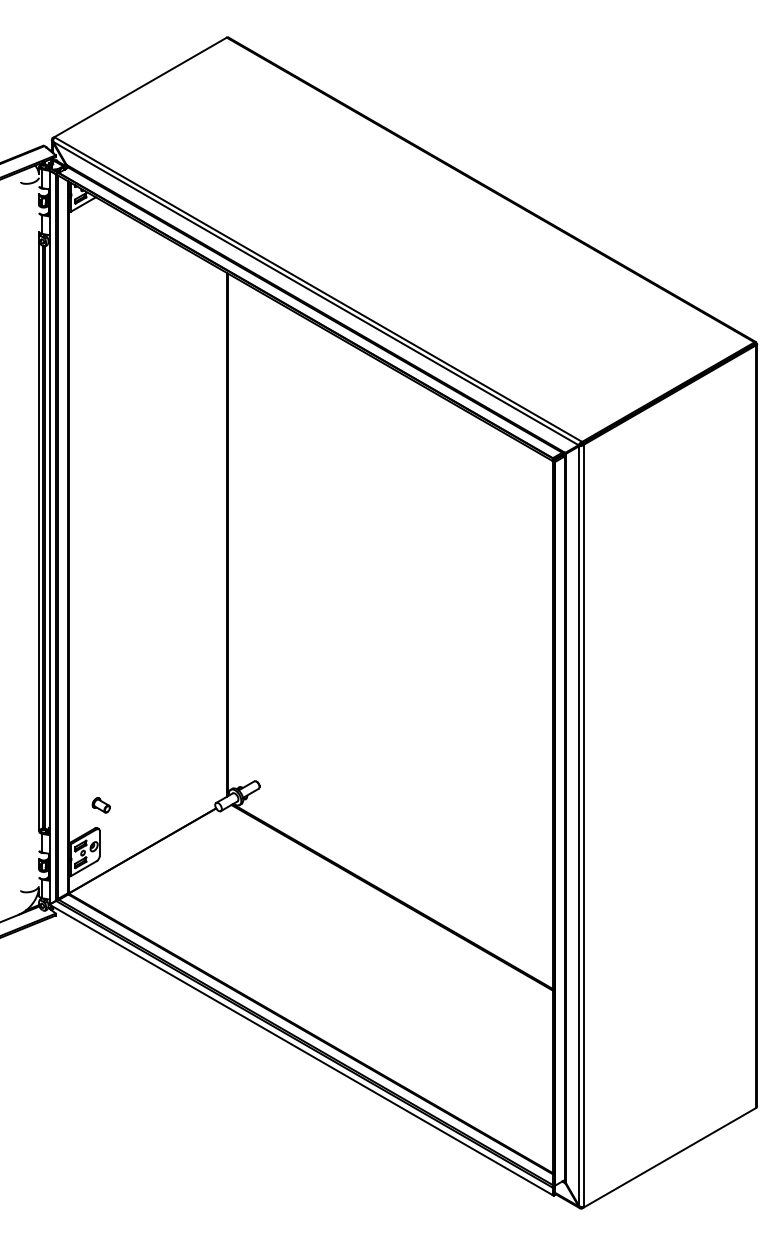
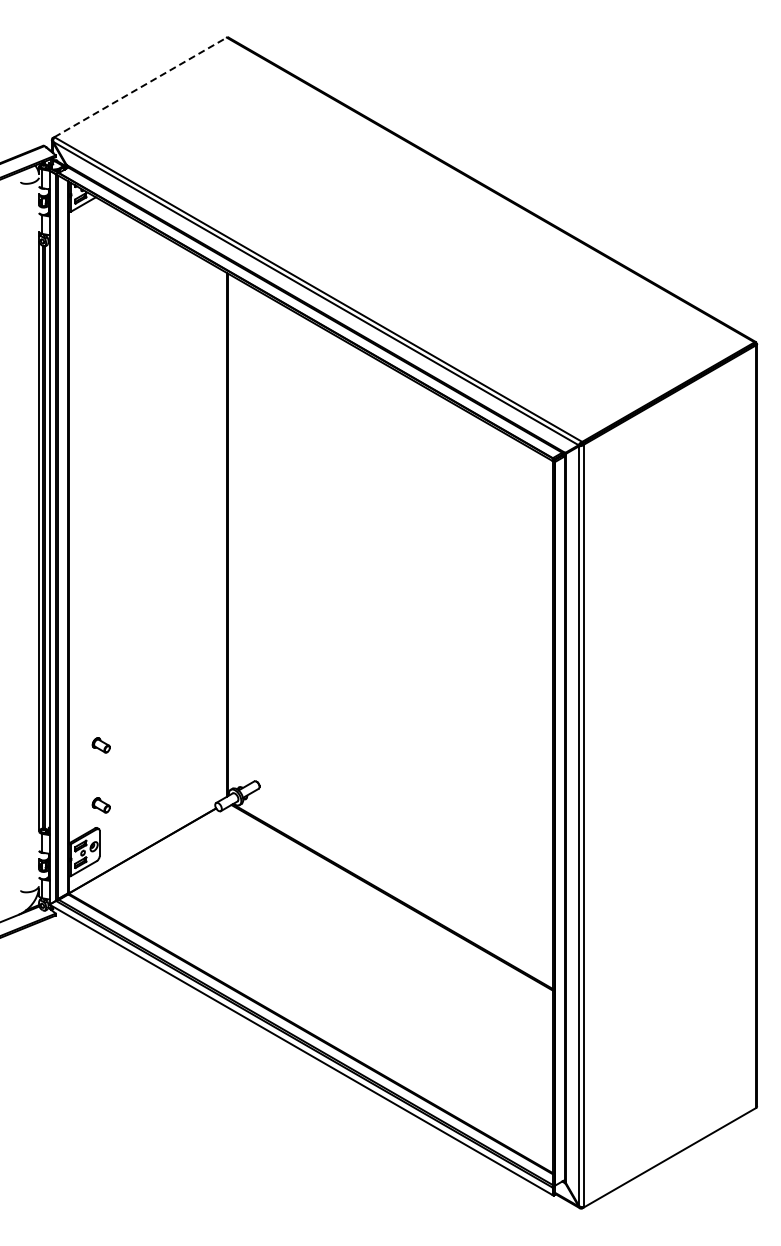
line at (140, 87): solid -> dashed
part at (100, 745): none -> present
